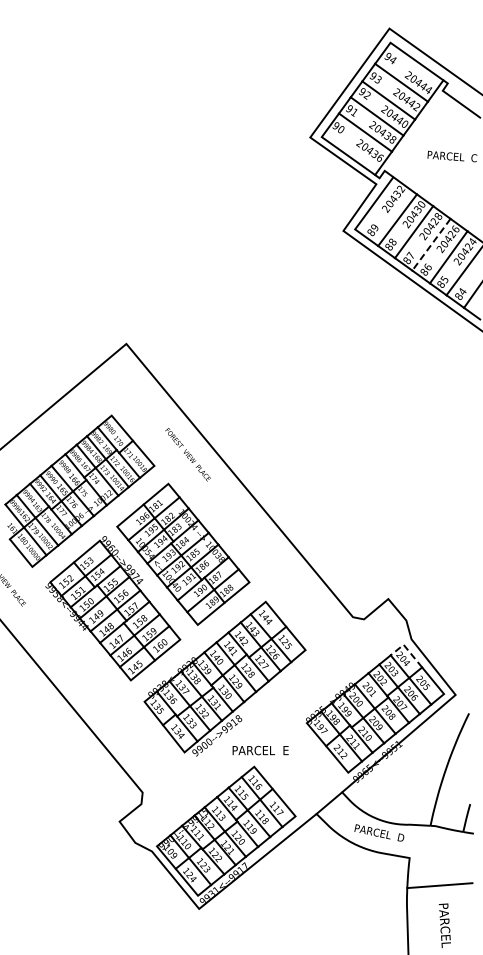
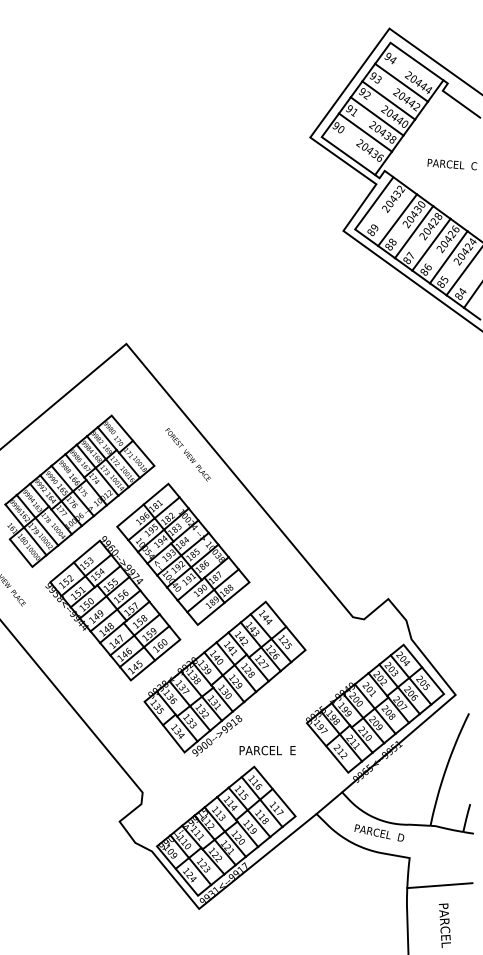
text at (452, 156) position: (452, 156) -> (452, 164)
line at (431, 245): dashed -> solid
line at (407, 649): dashed -> solid
text at (260, 750) position: (260, 750) -> (267, 750)
